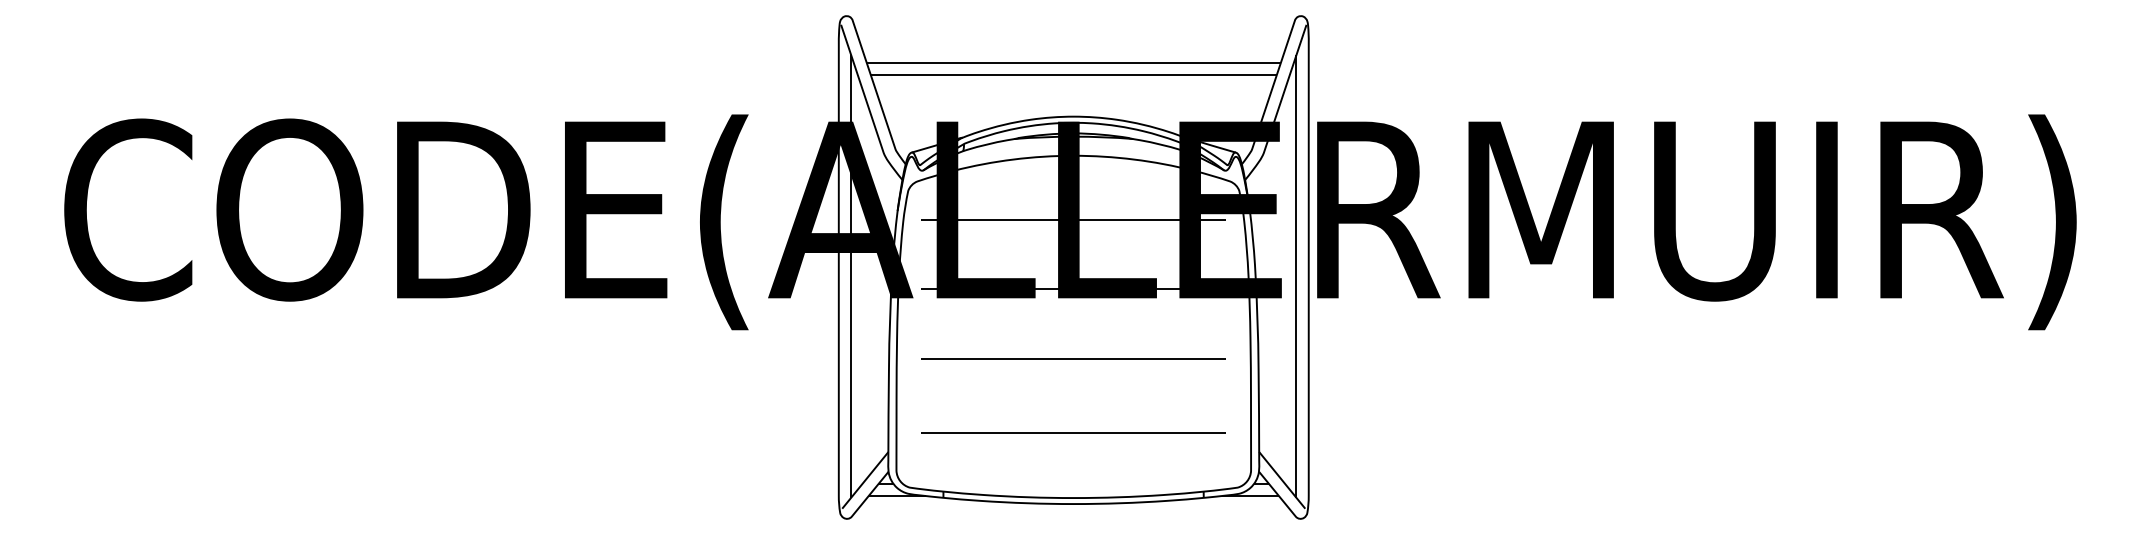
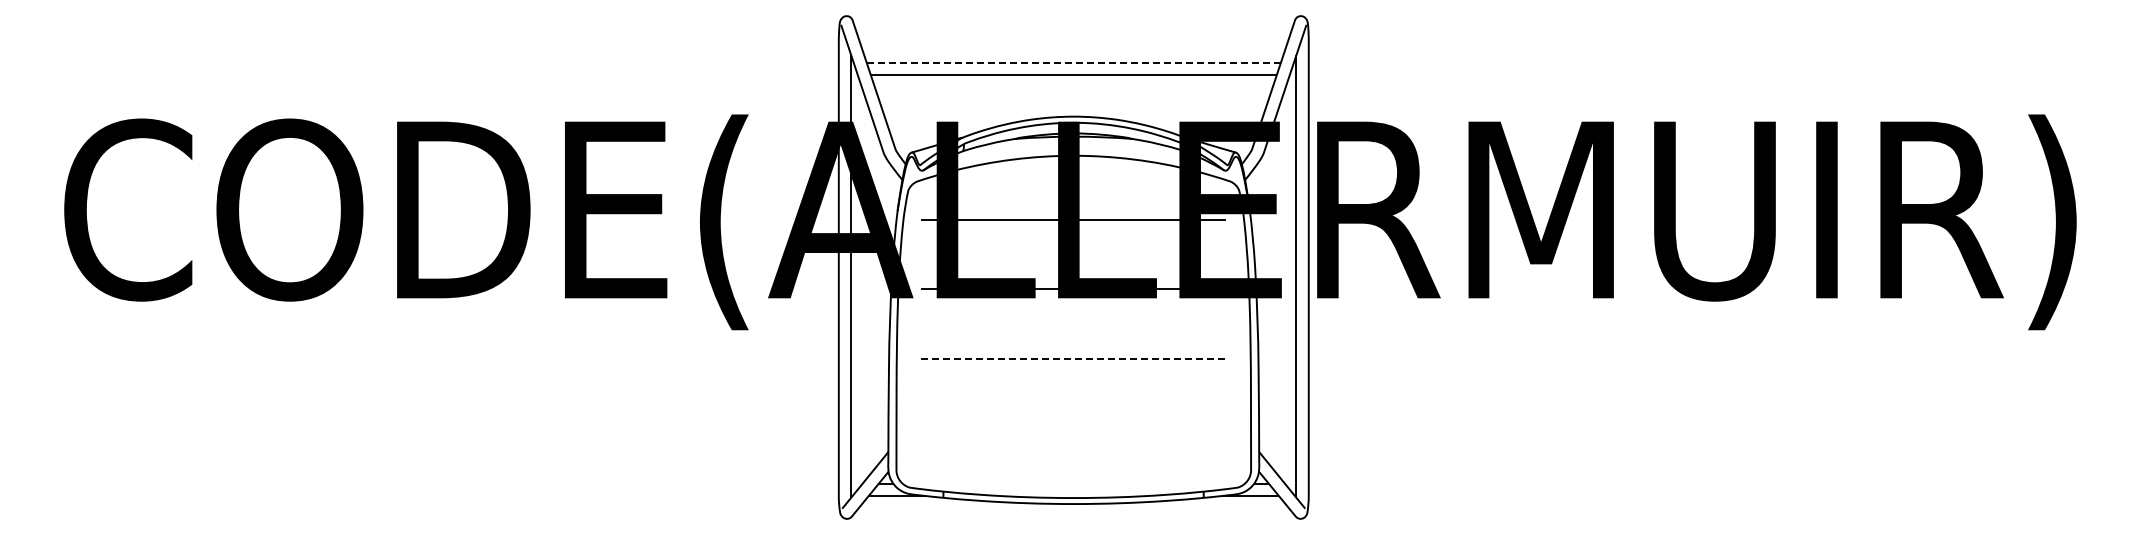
line at (1073, 62): solid -> dashed
line at (1073, 358): solid -> dashed
line at (1073, 432): present -> none
